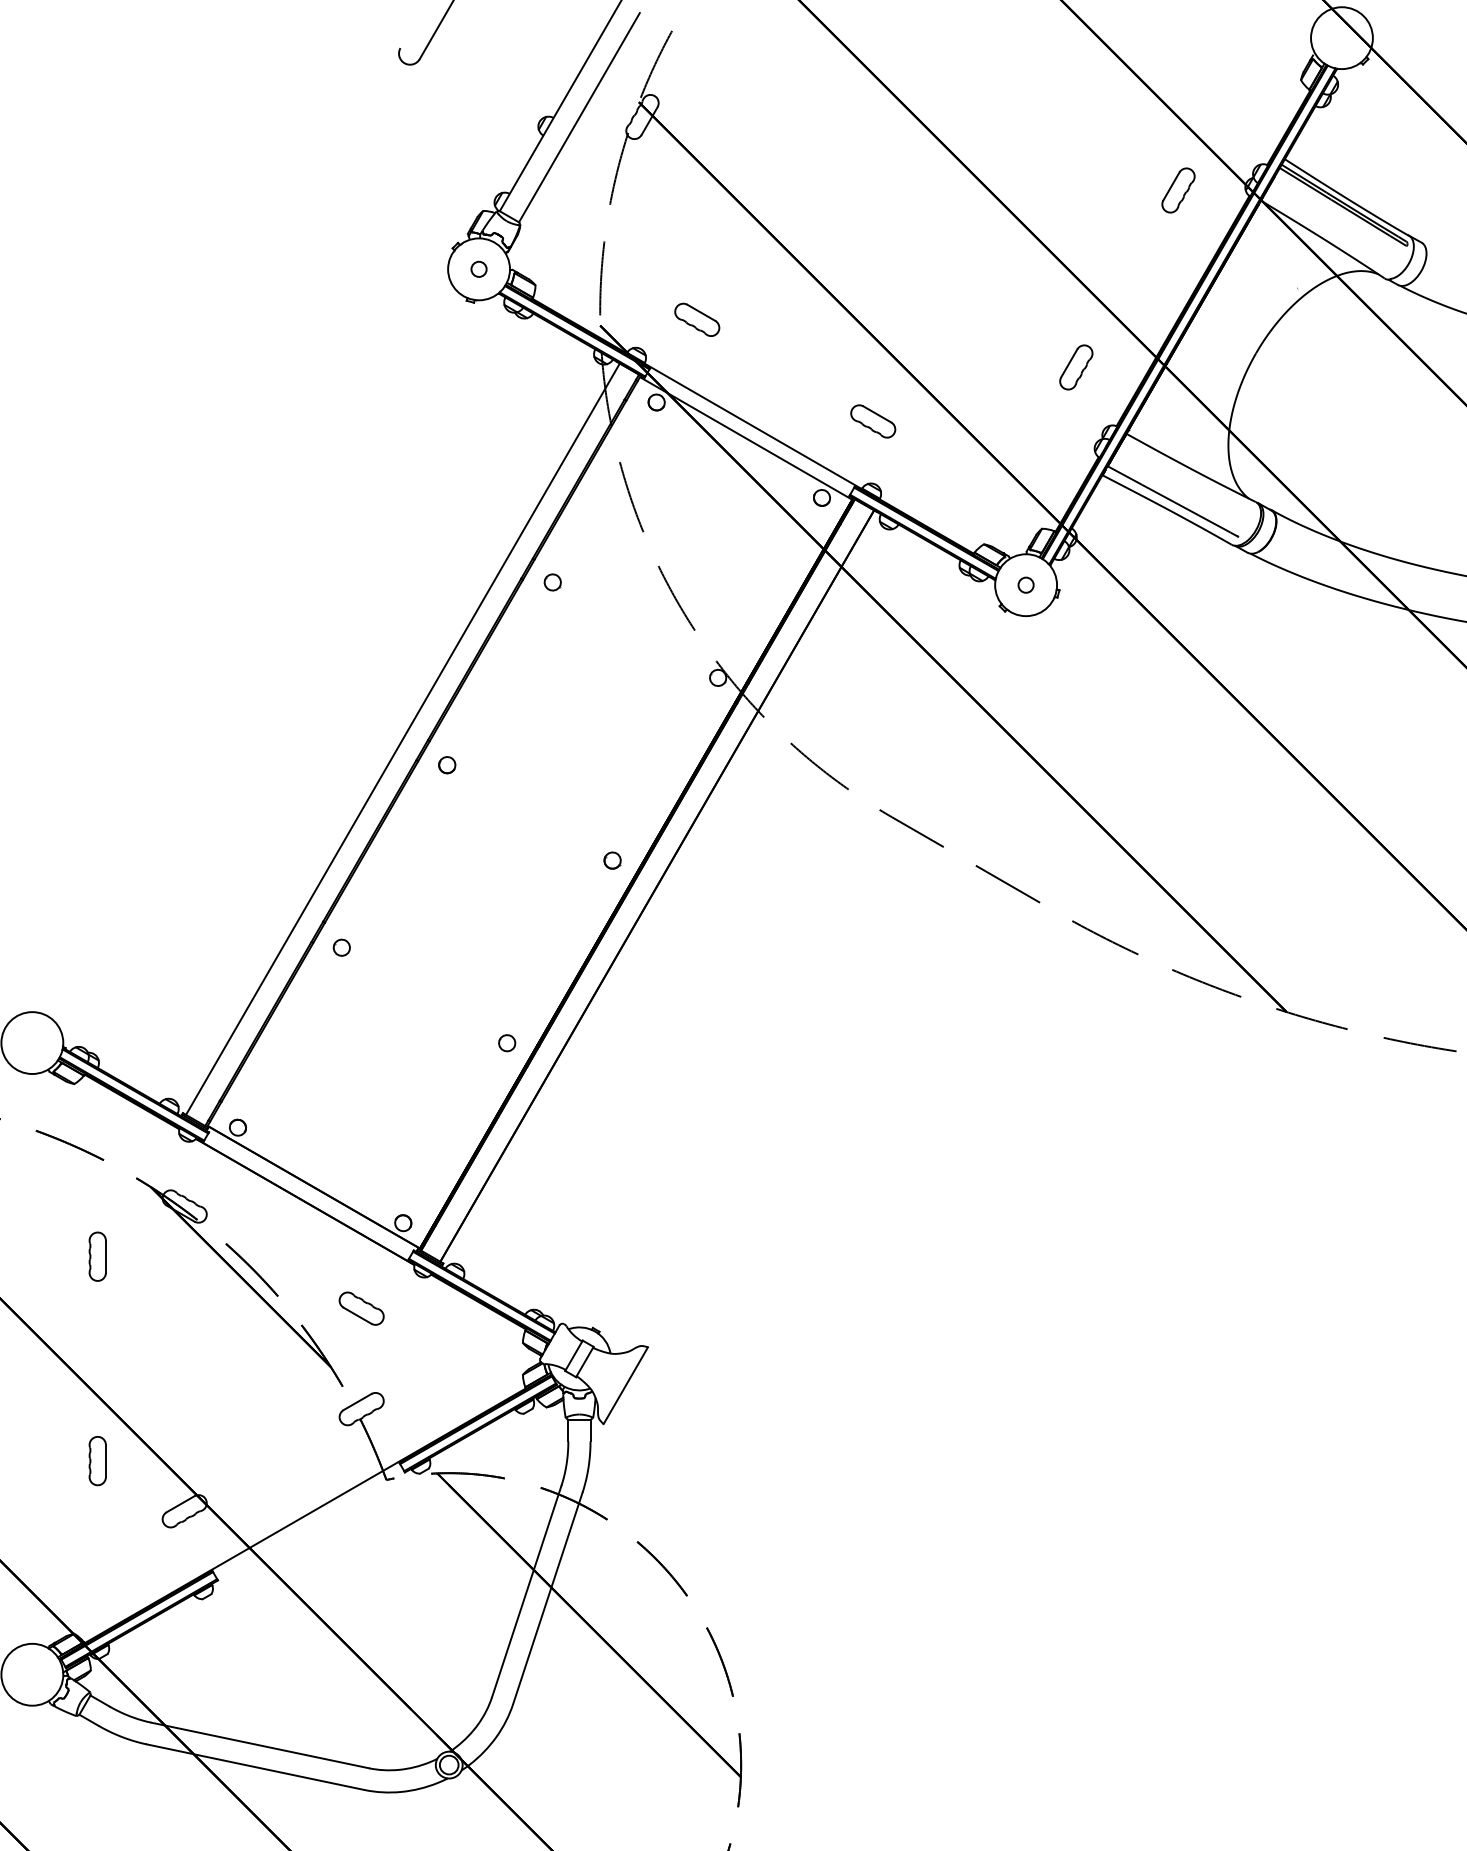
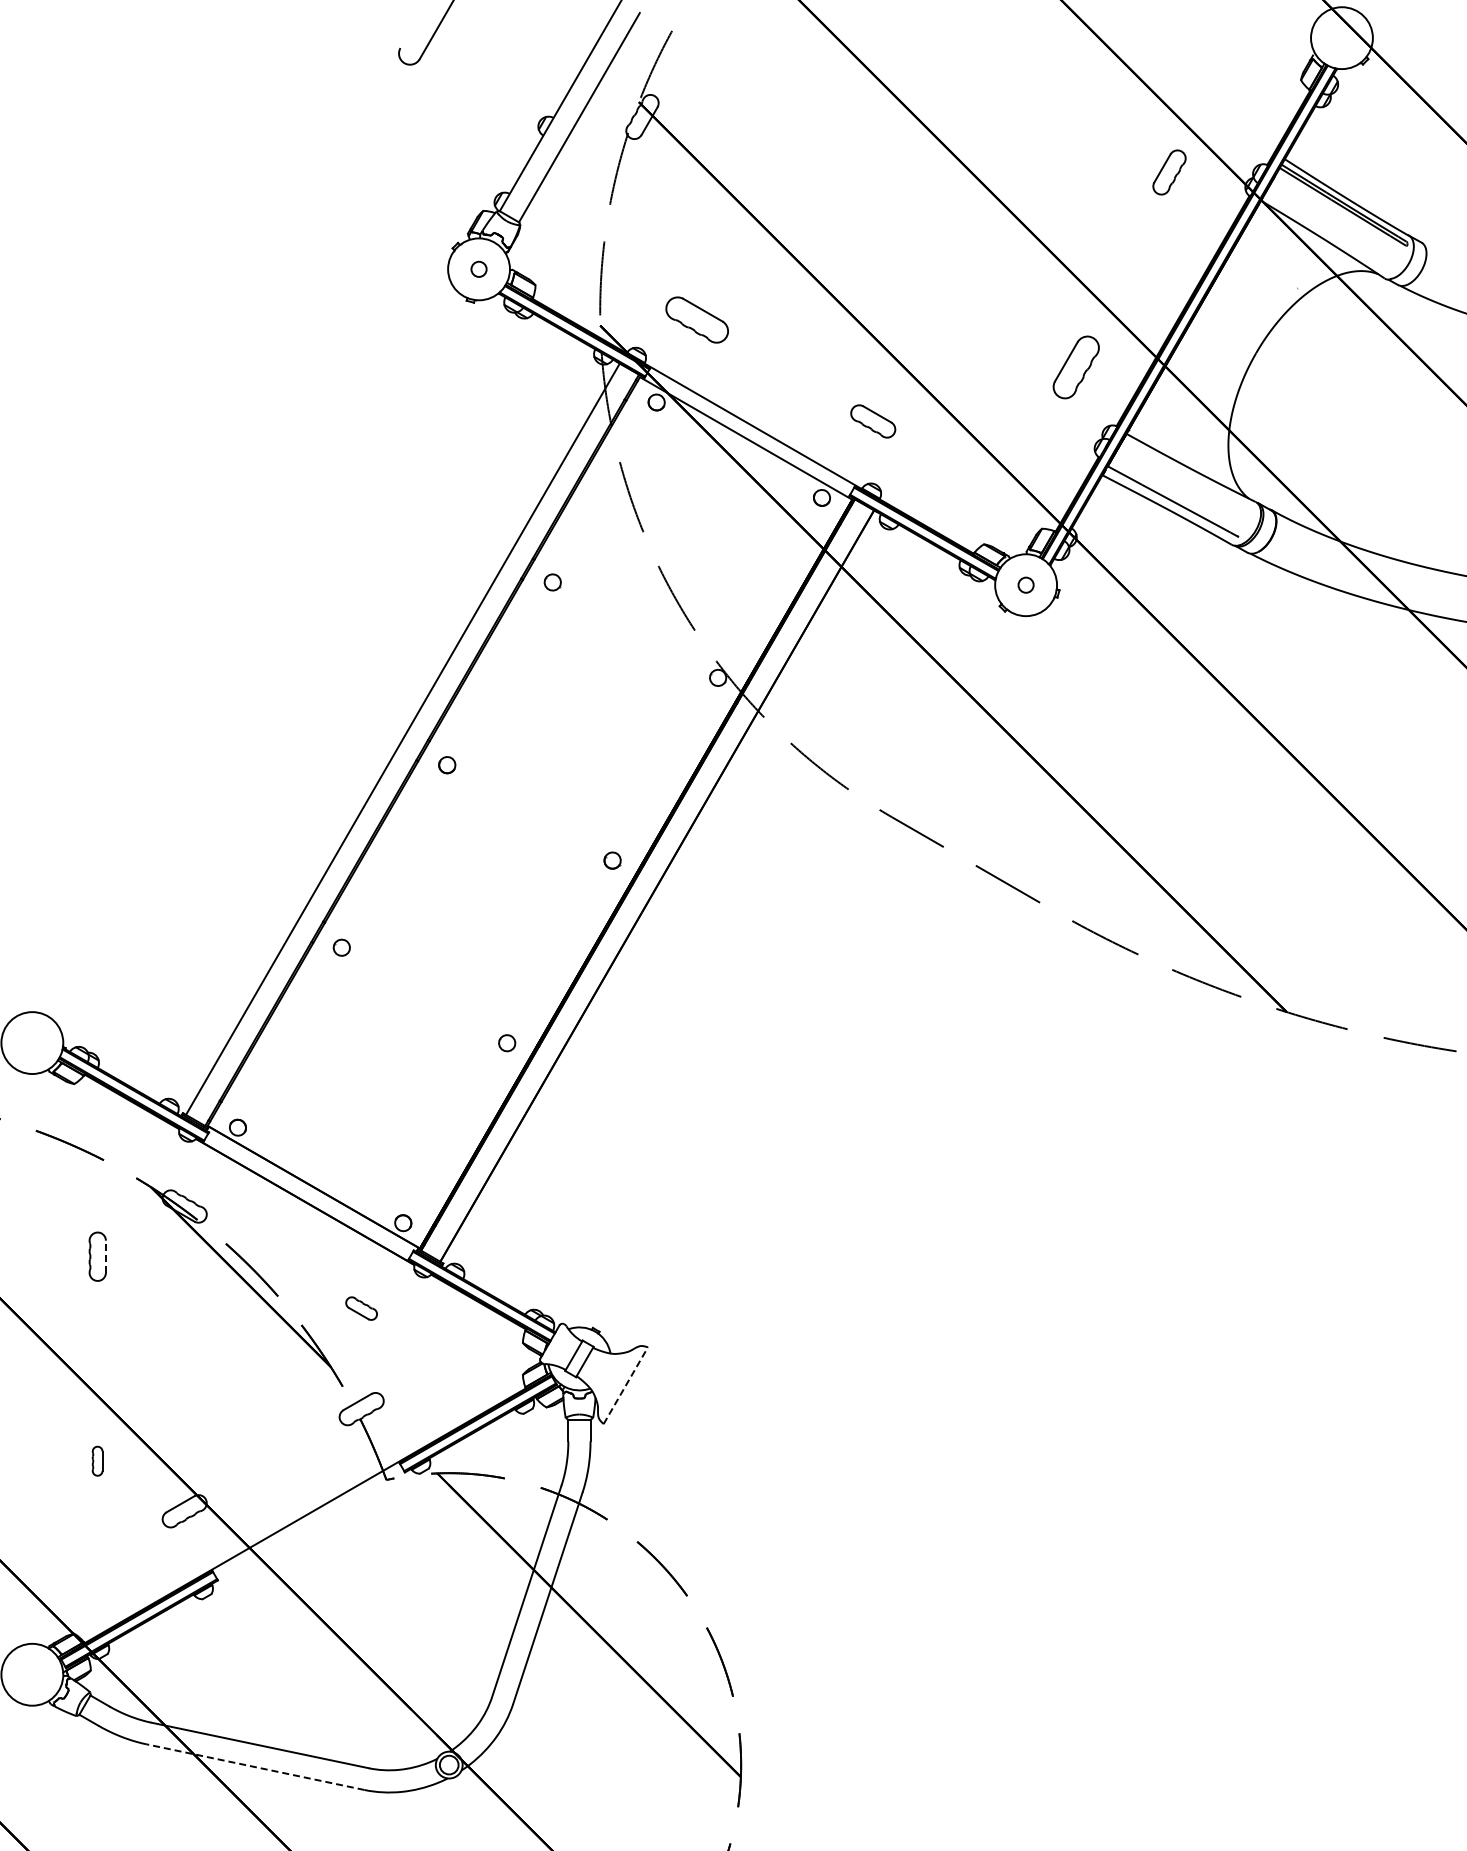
part at (1178, 190) position: (1178, 190) -> (1169, 172)
part at (697, 319) size: 47x35 px -> 64x48 px
part at (1076, 367) size: 35x47 px -> 48x65 px
line at (105, 1256): solid -> dashed
part at (361, 1308) size: 47x35 px -> 33x25 px
line at (626, 1385): solid -> dashed
part at (97, 1461) size: 19x51 px -> 13x32 px
line at (255, 1767): solid -> dashed
